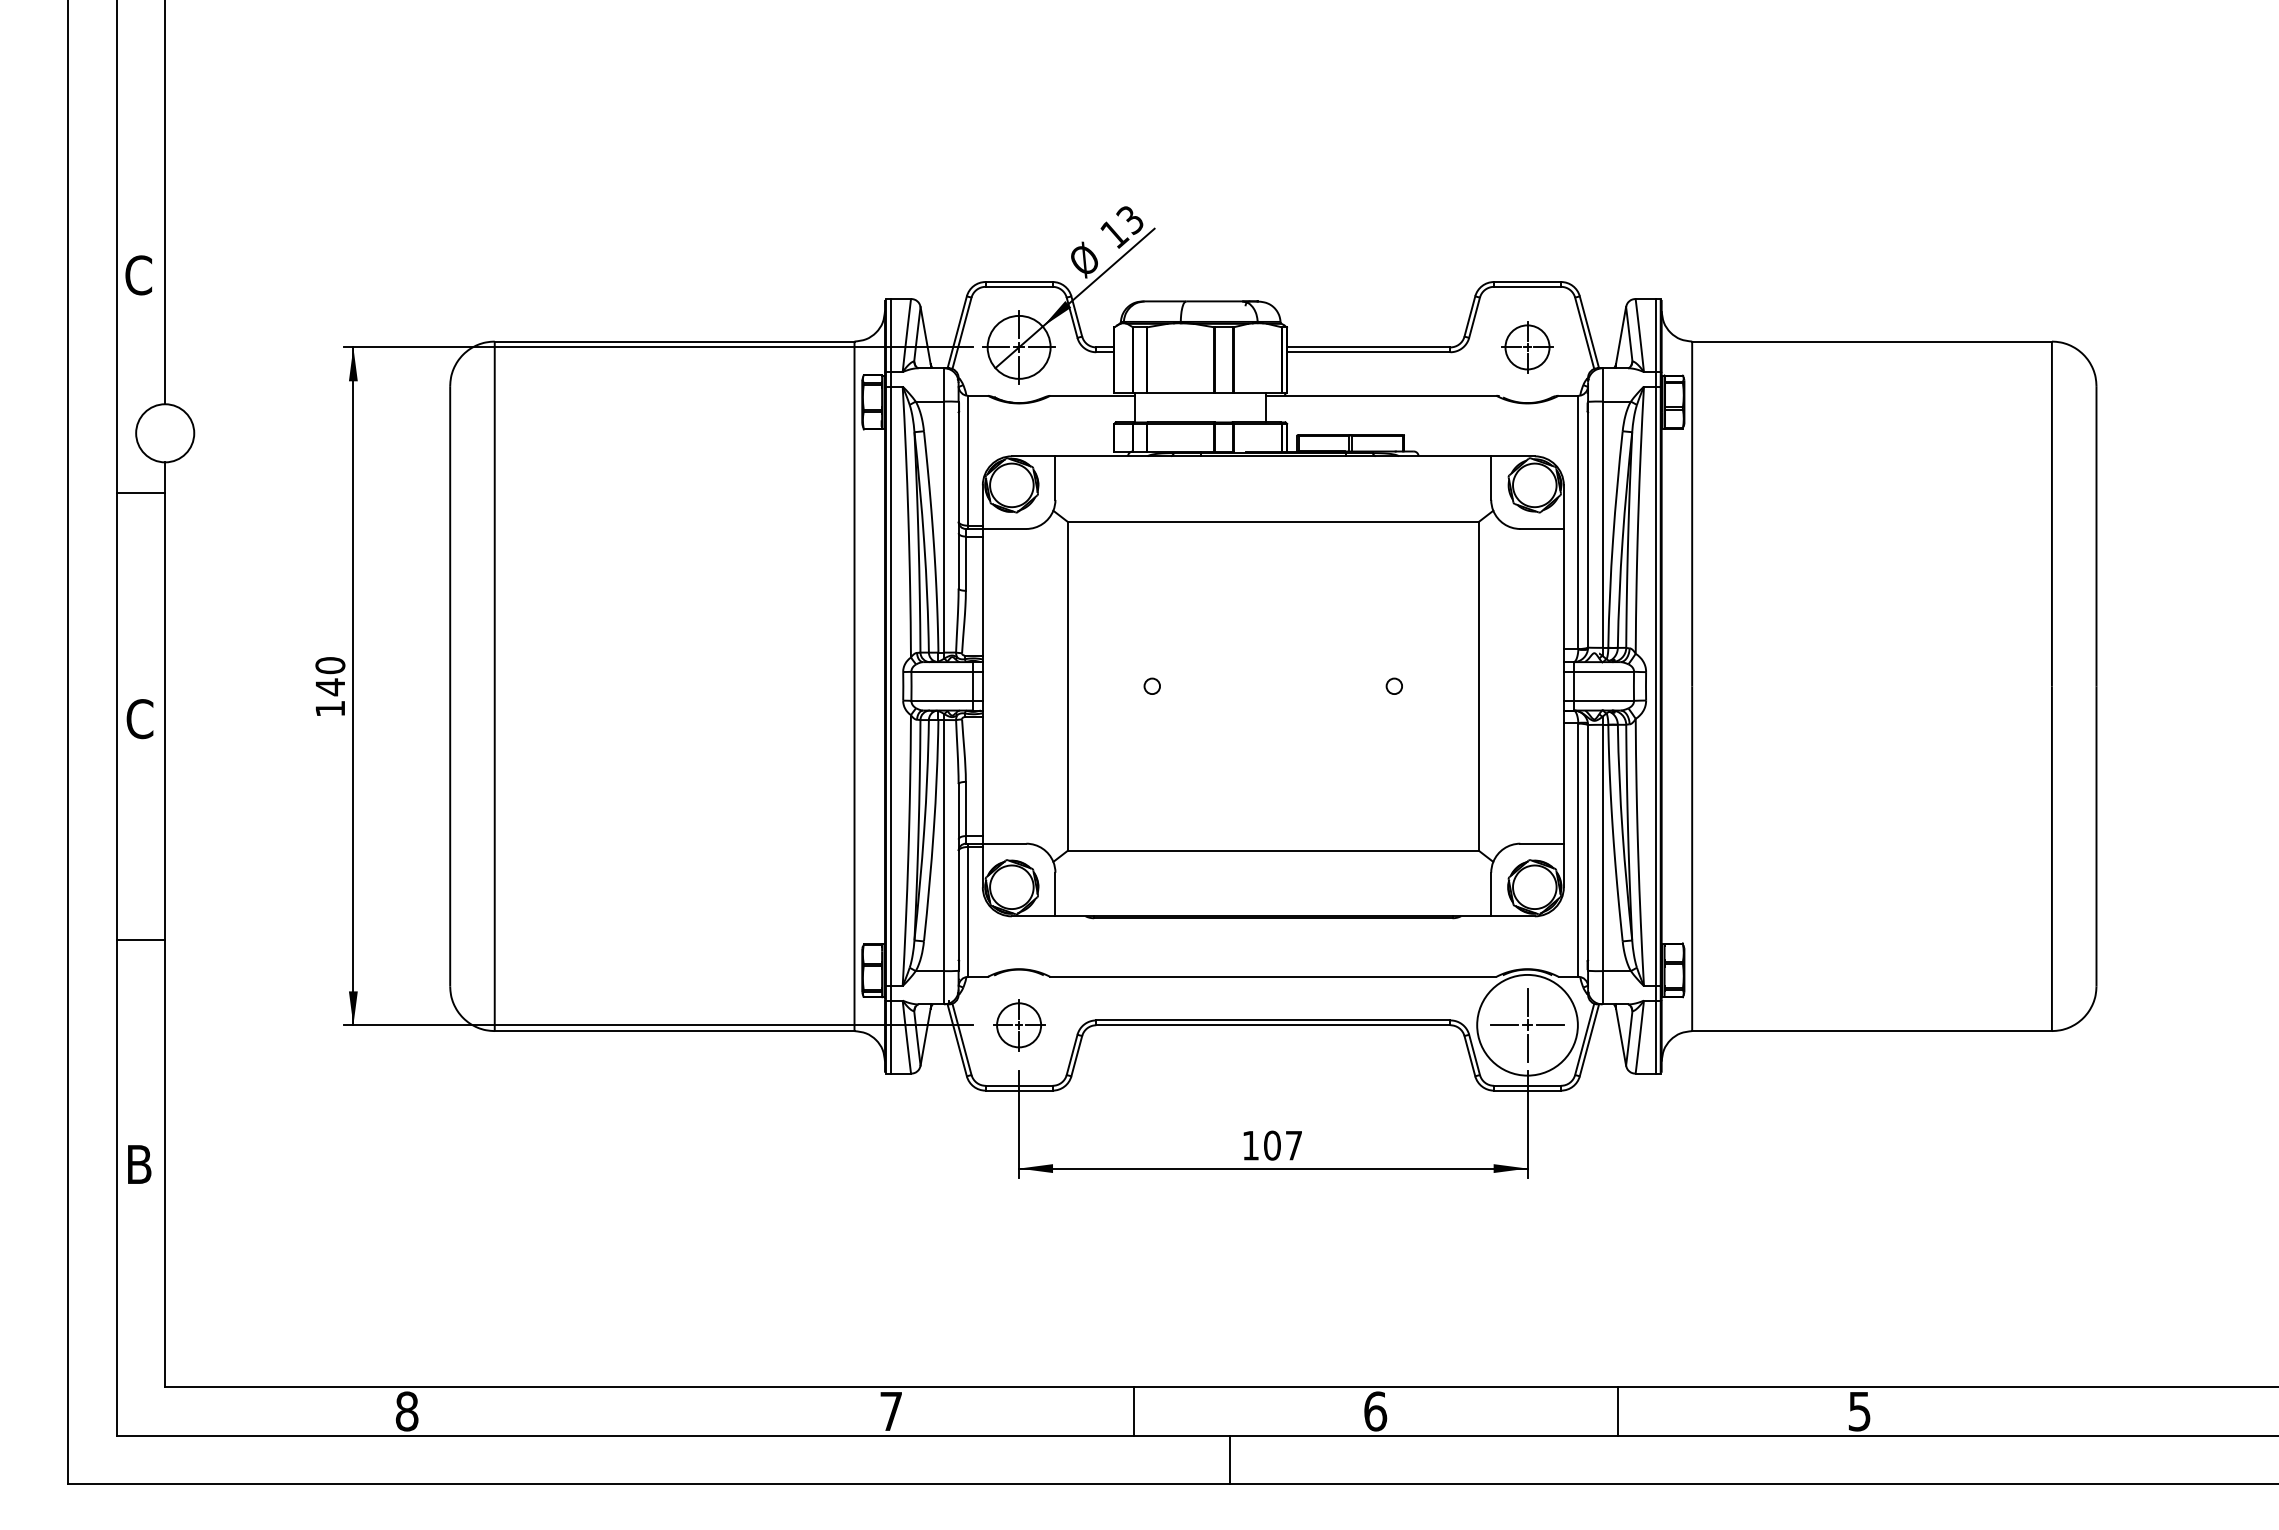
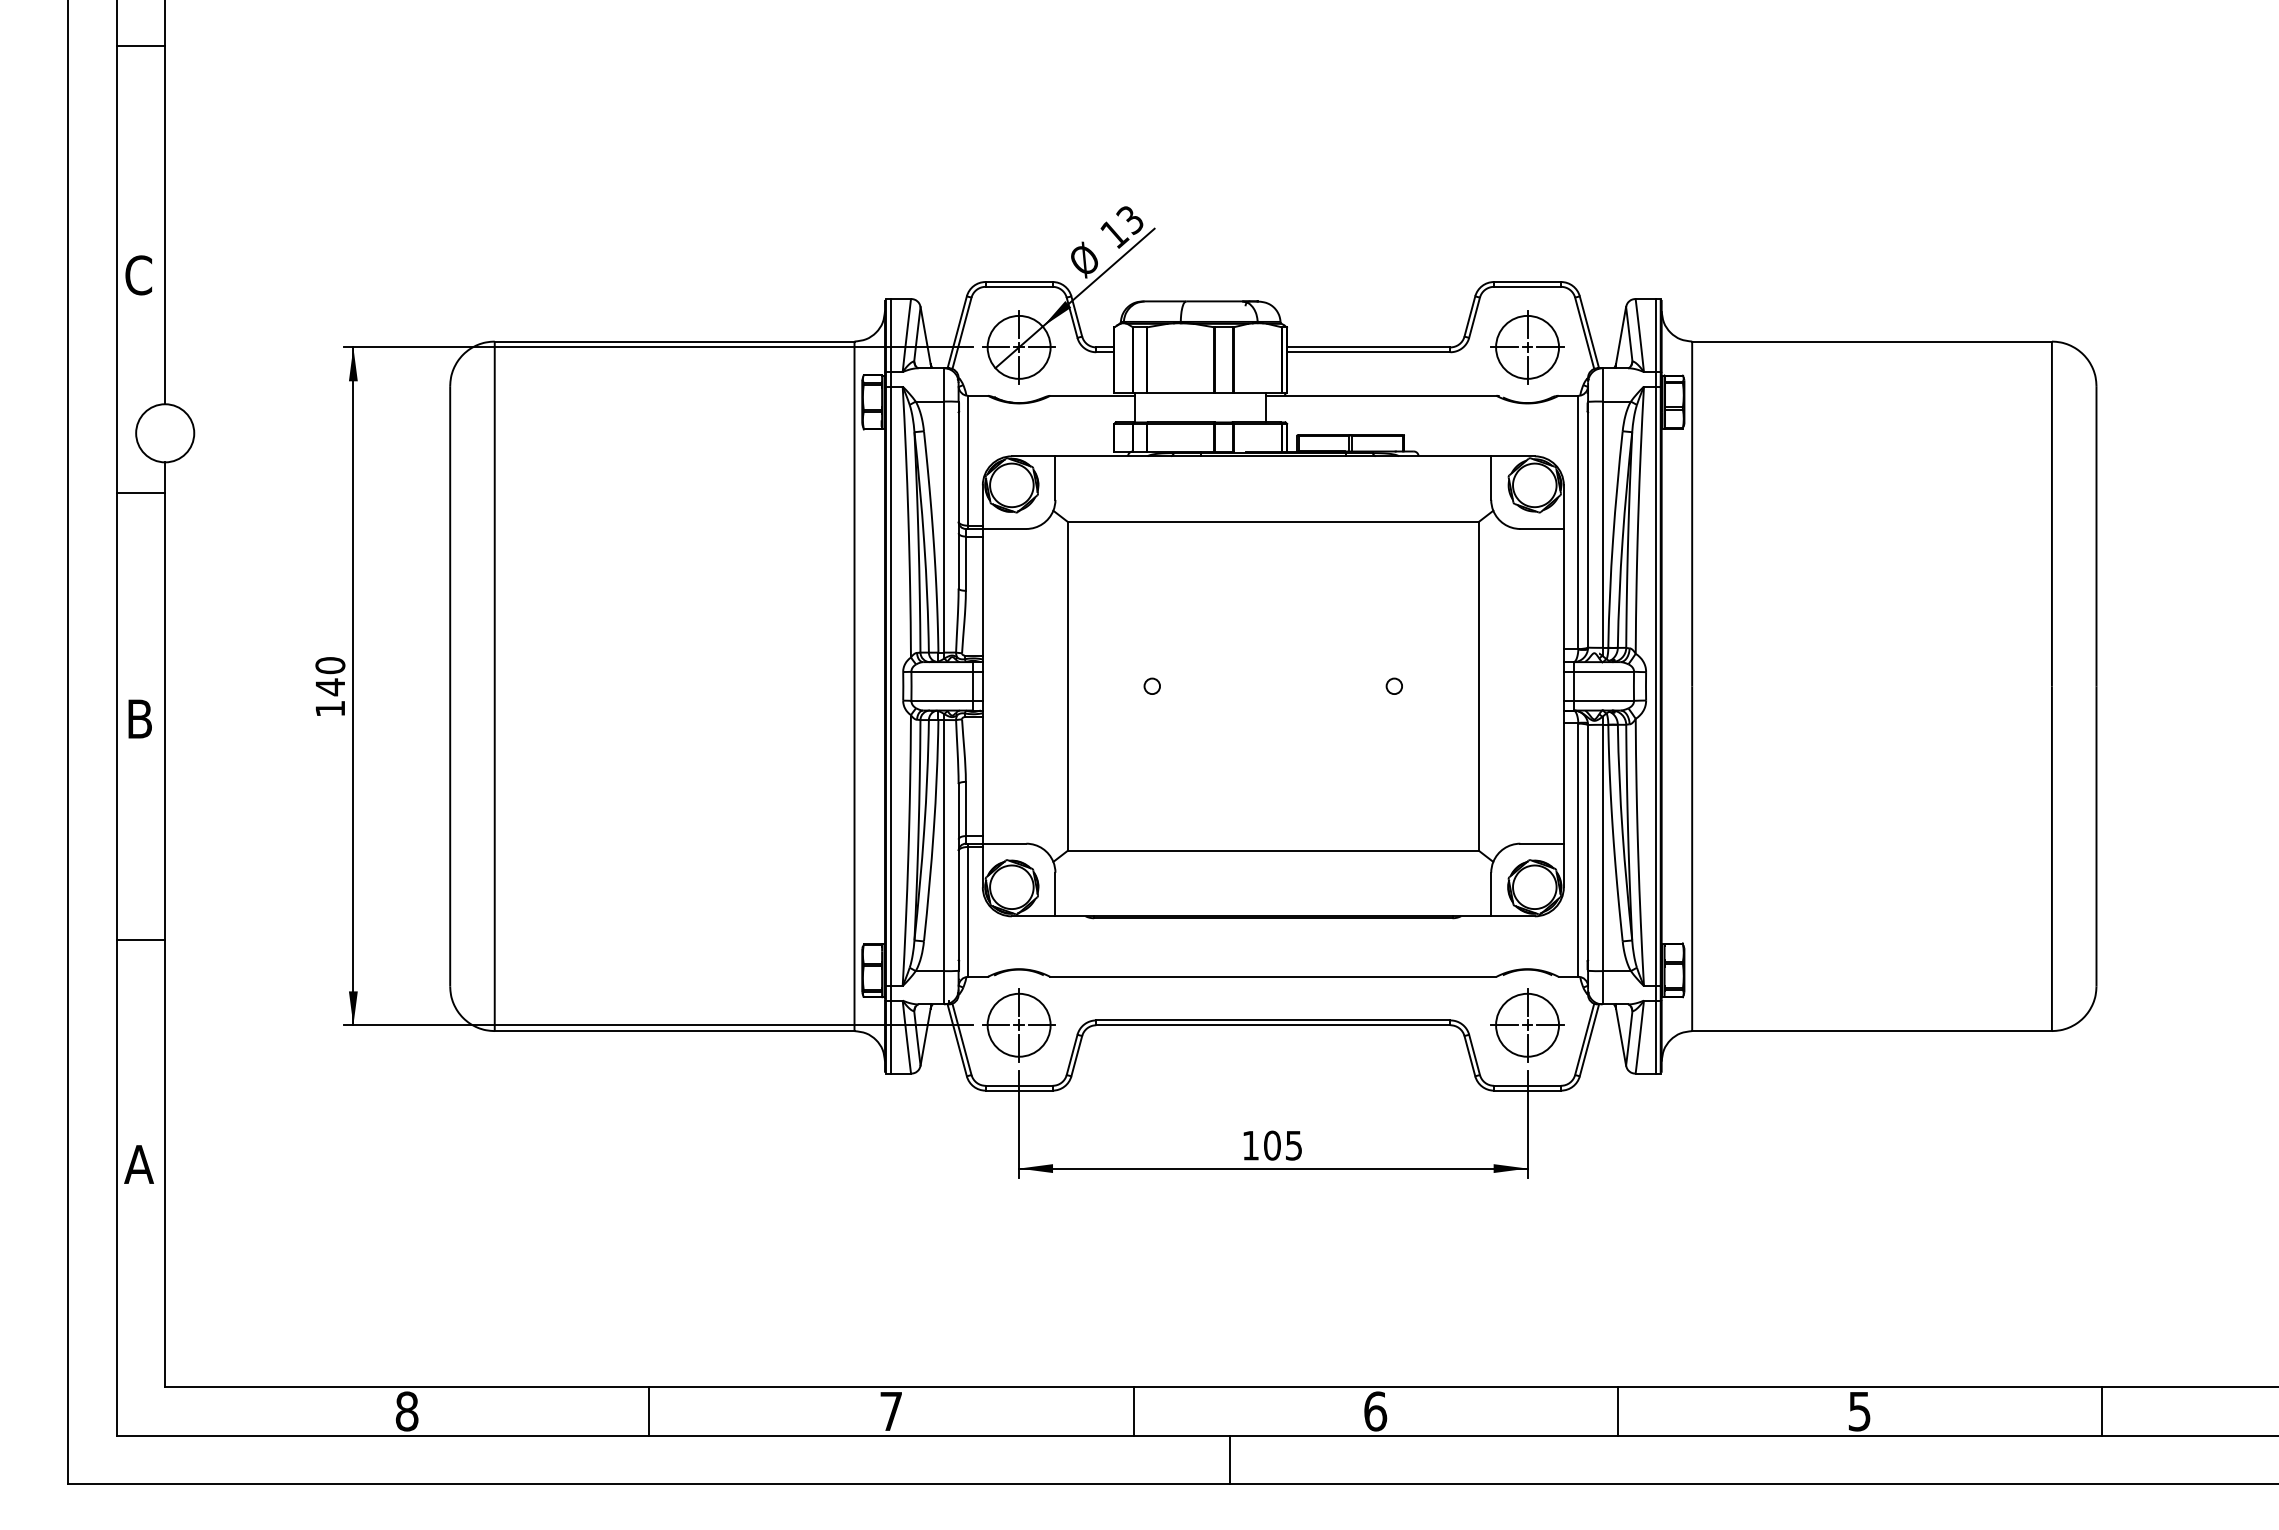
line at (140, 45): none -> present
part at (1527, 347) size: 53x53 px -> 75x75 px
text at (139, 719): C -> B
circle at (1527, 1024) diameter: 101 px -> 63 px
part at (1019, 1025) size: 53x53 px -> 74x75 px
text at (1293, 1145): 107 -> 105
text at (138, 1164): B -> A
line at (649, 1411): none -> present
line at (2102, 1411): none -> present
